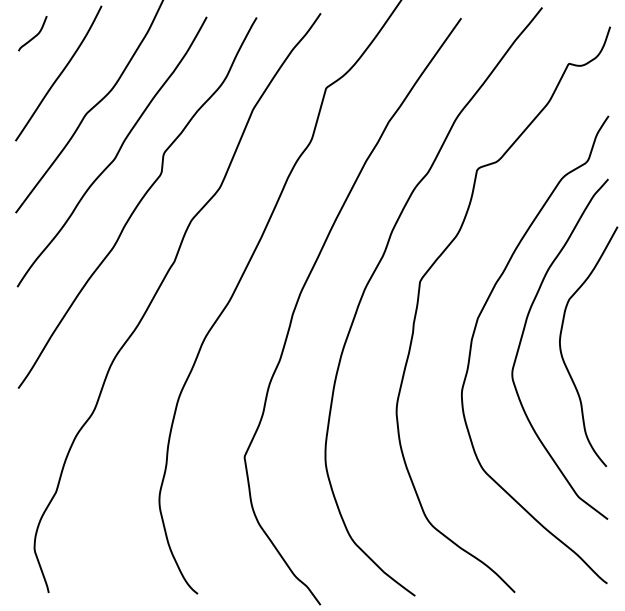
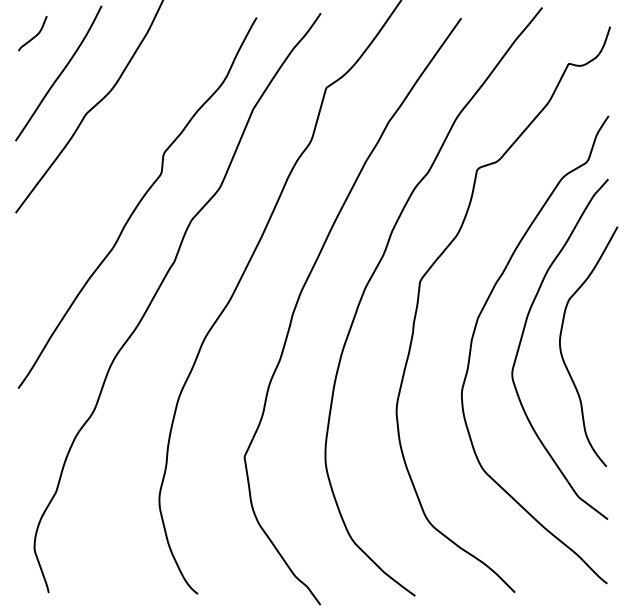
curve at (116, 153): present -> none
